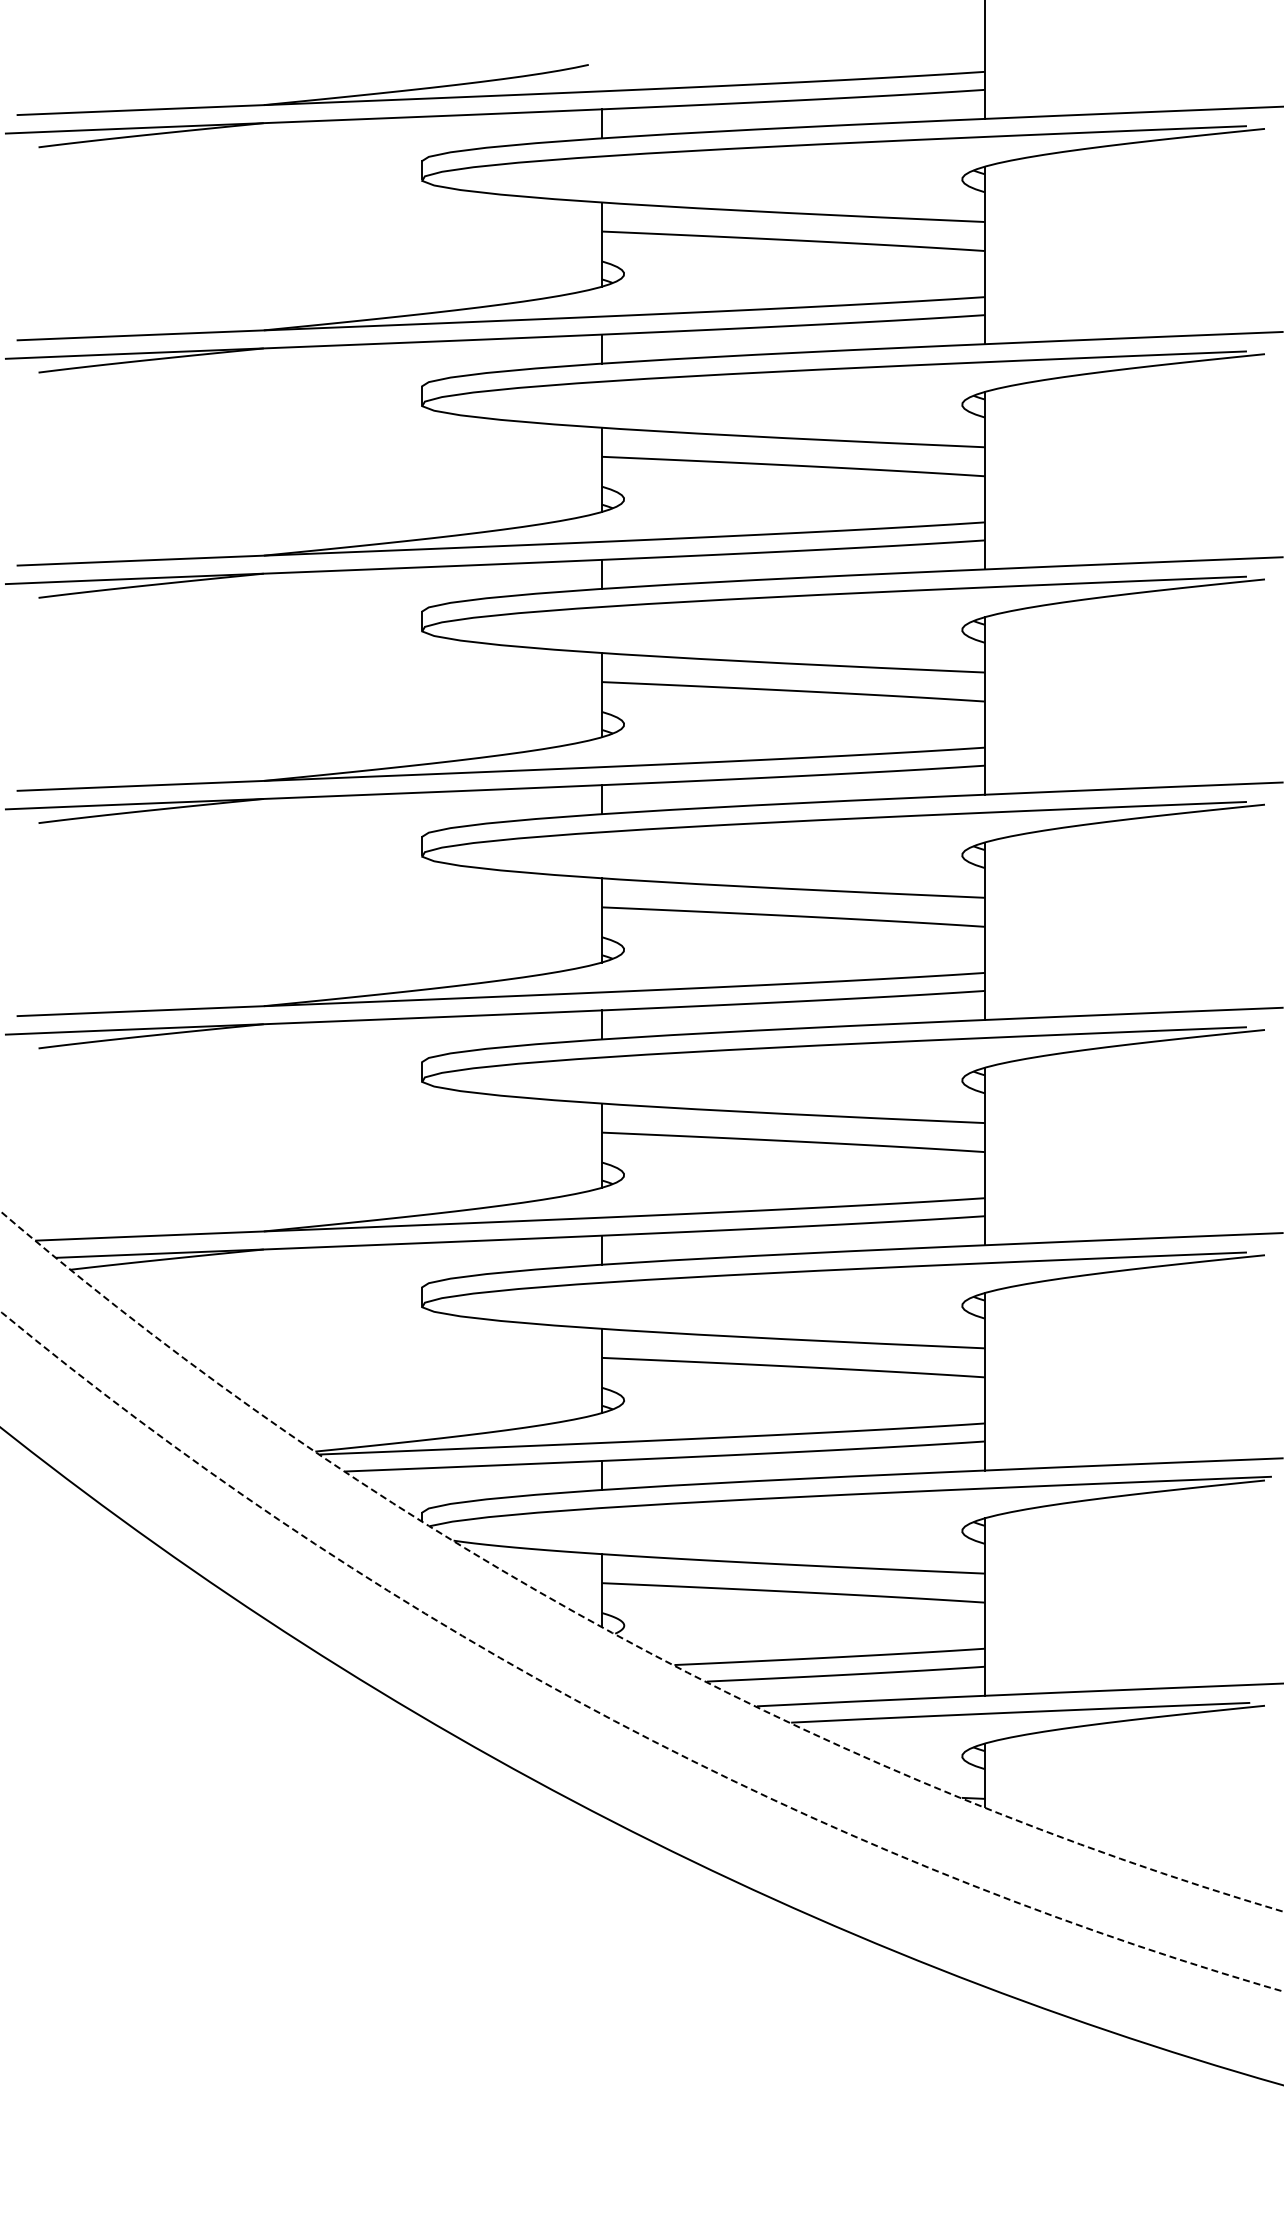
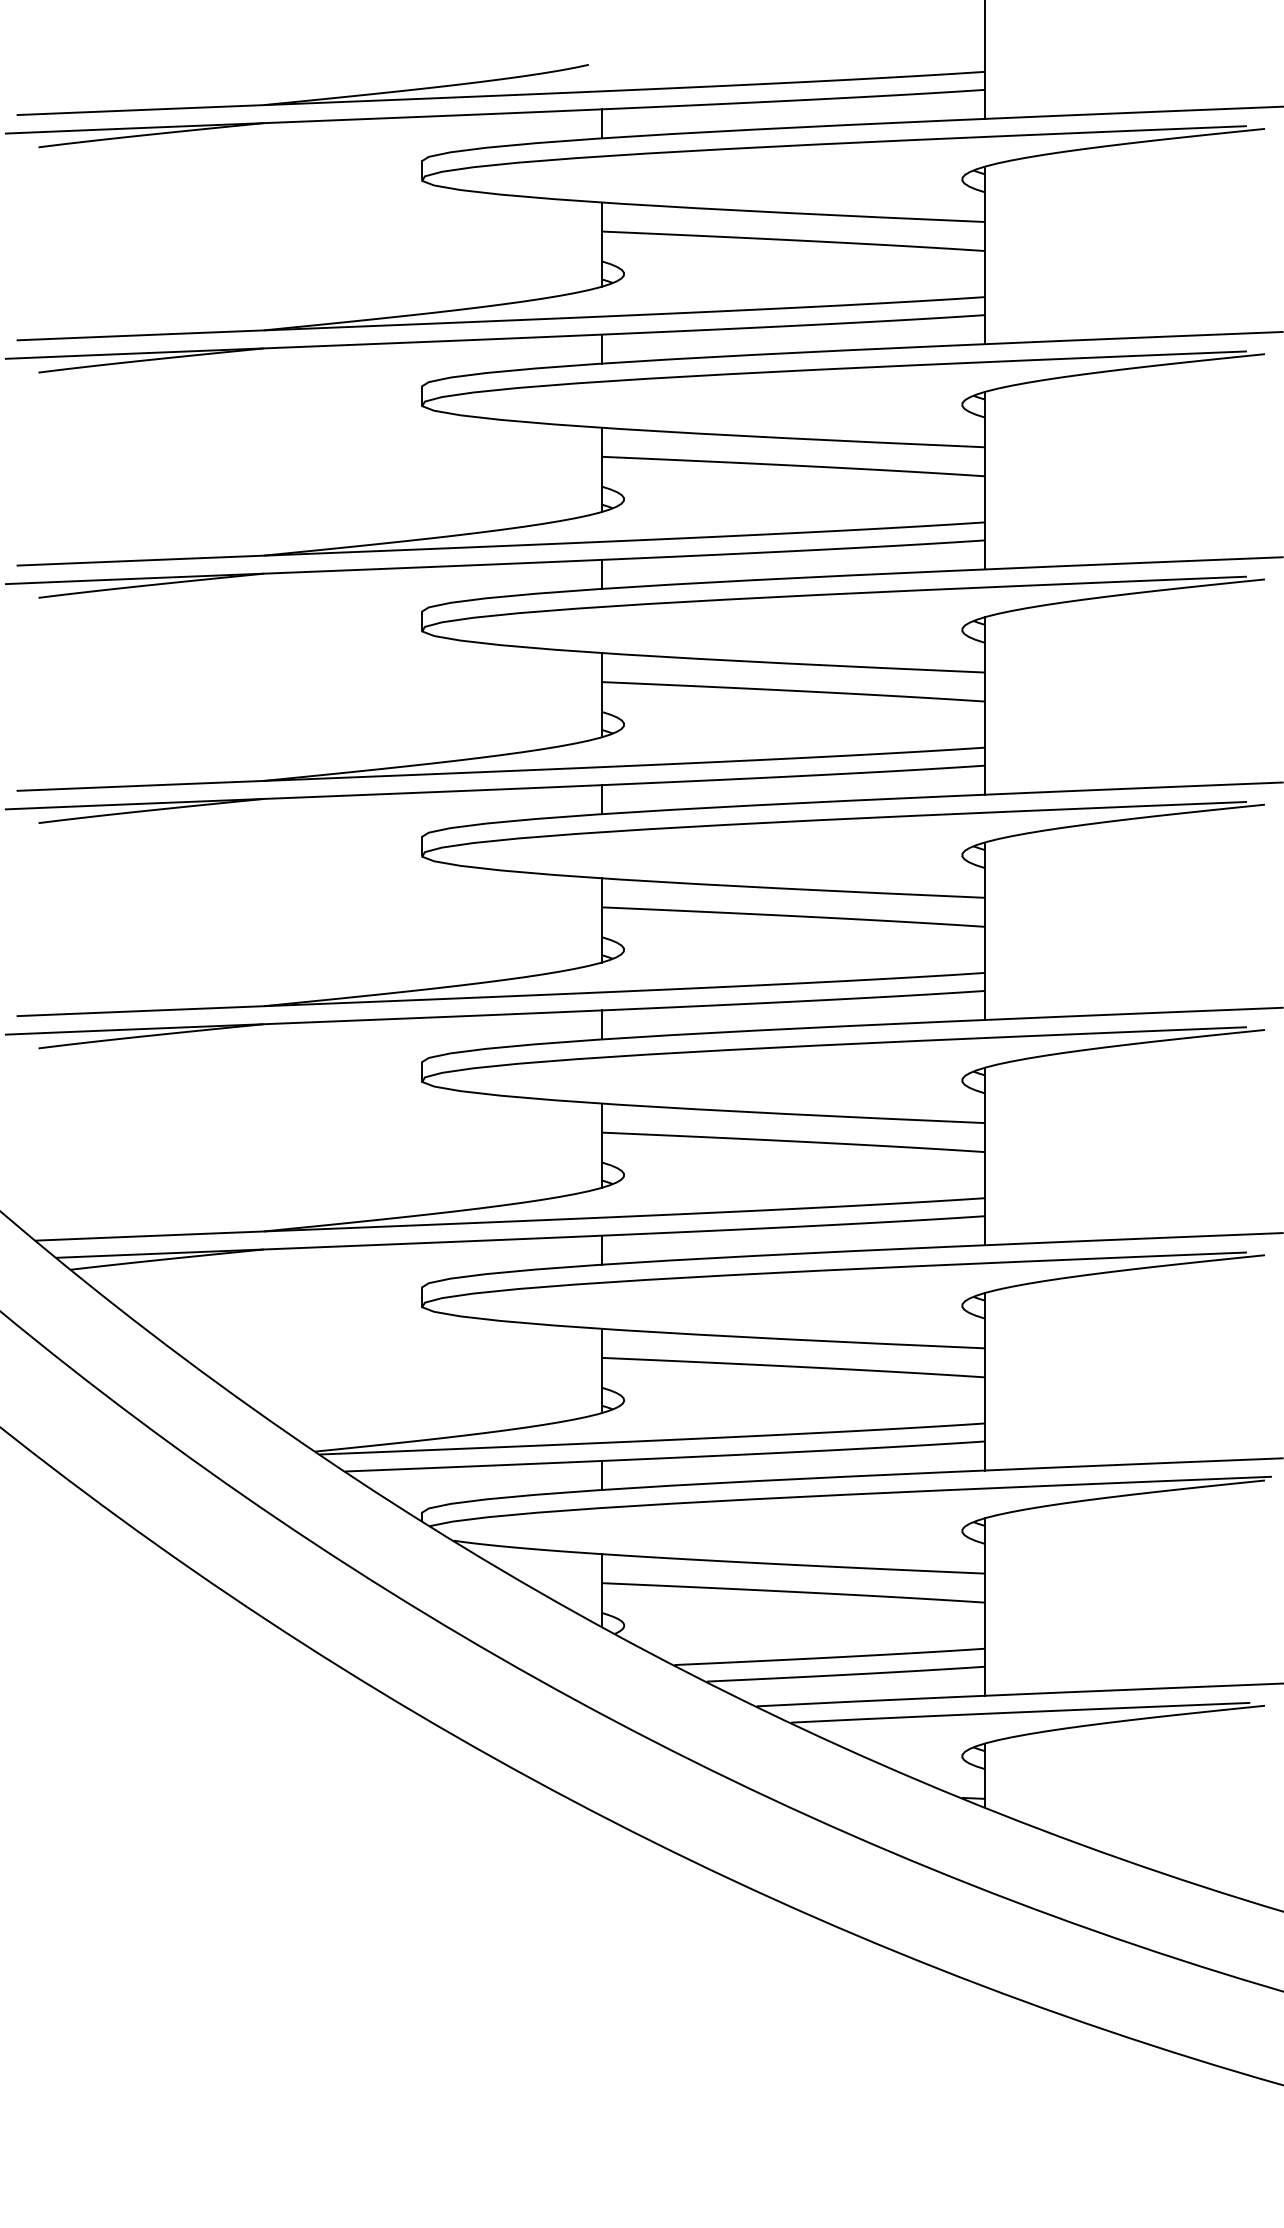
circle at (641, 1561): dashed -> solid
circle at (641, 1651): dashed -> solid
